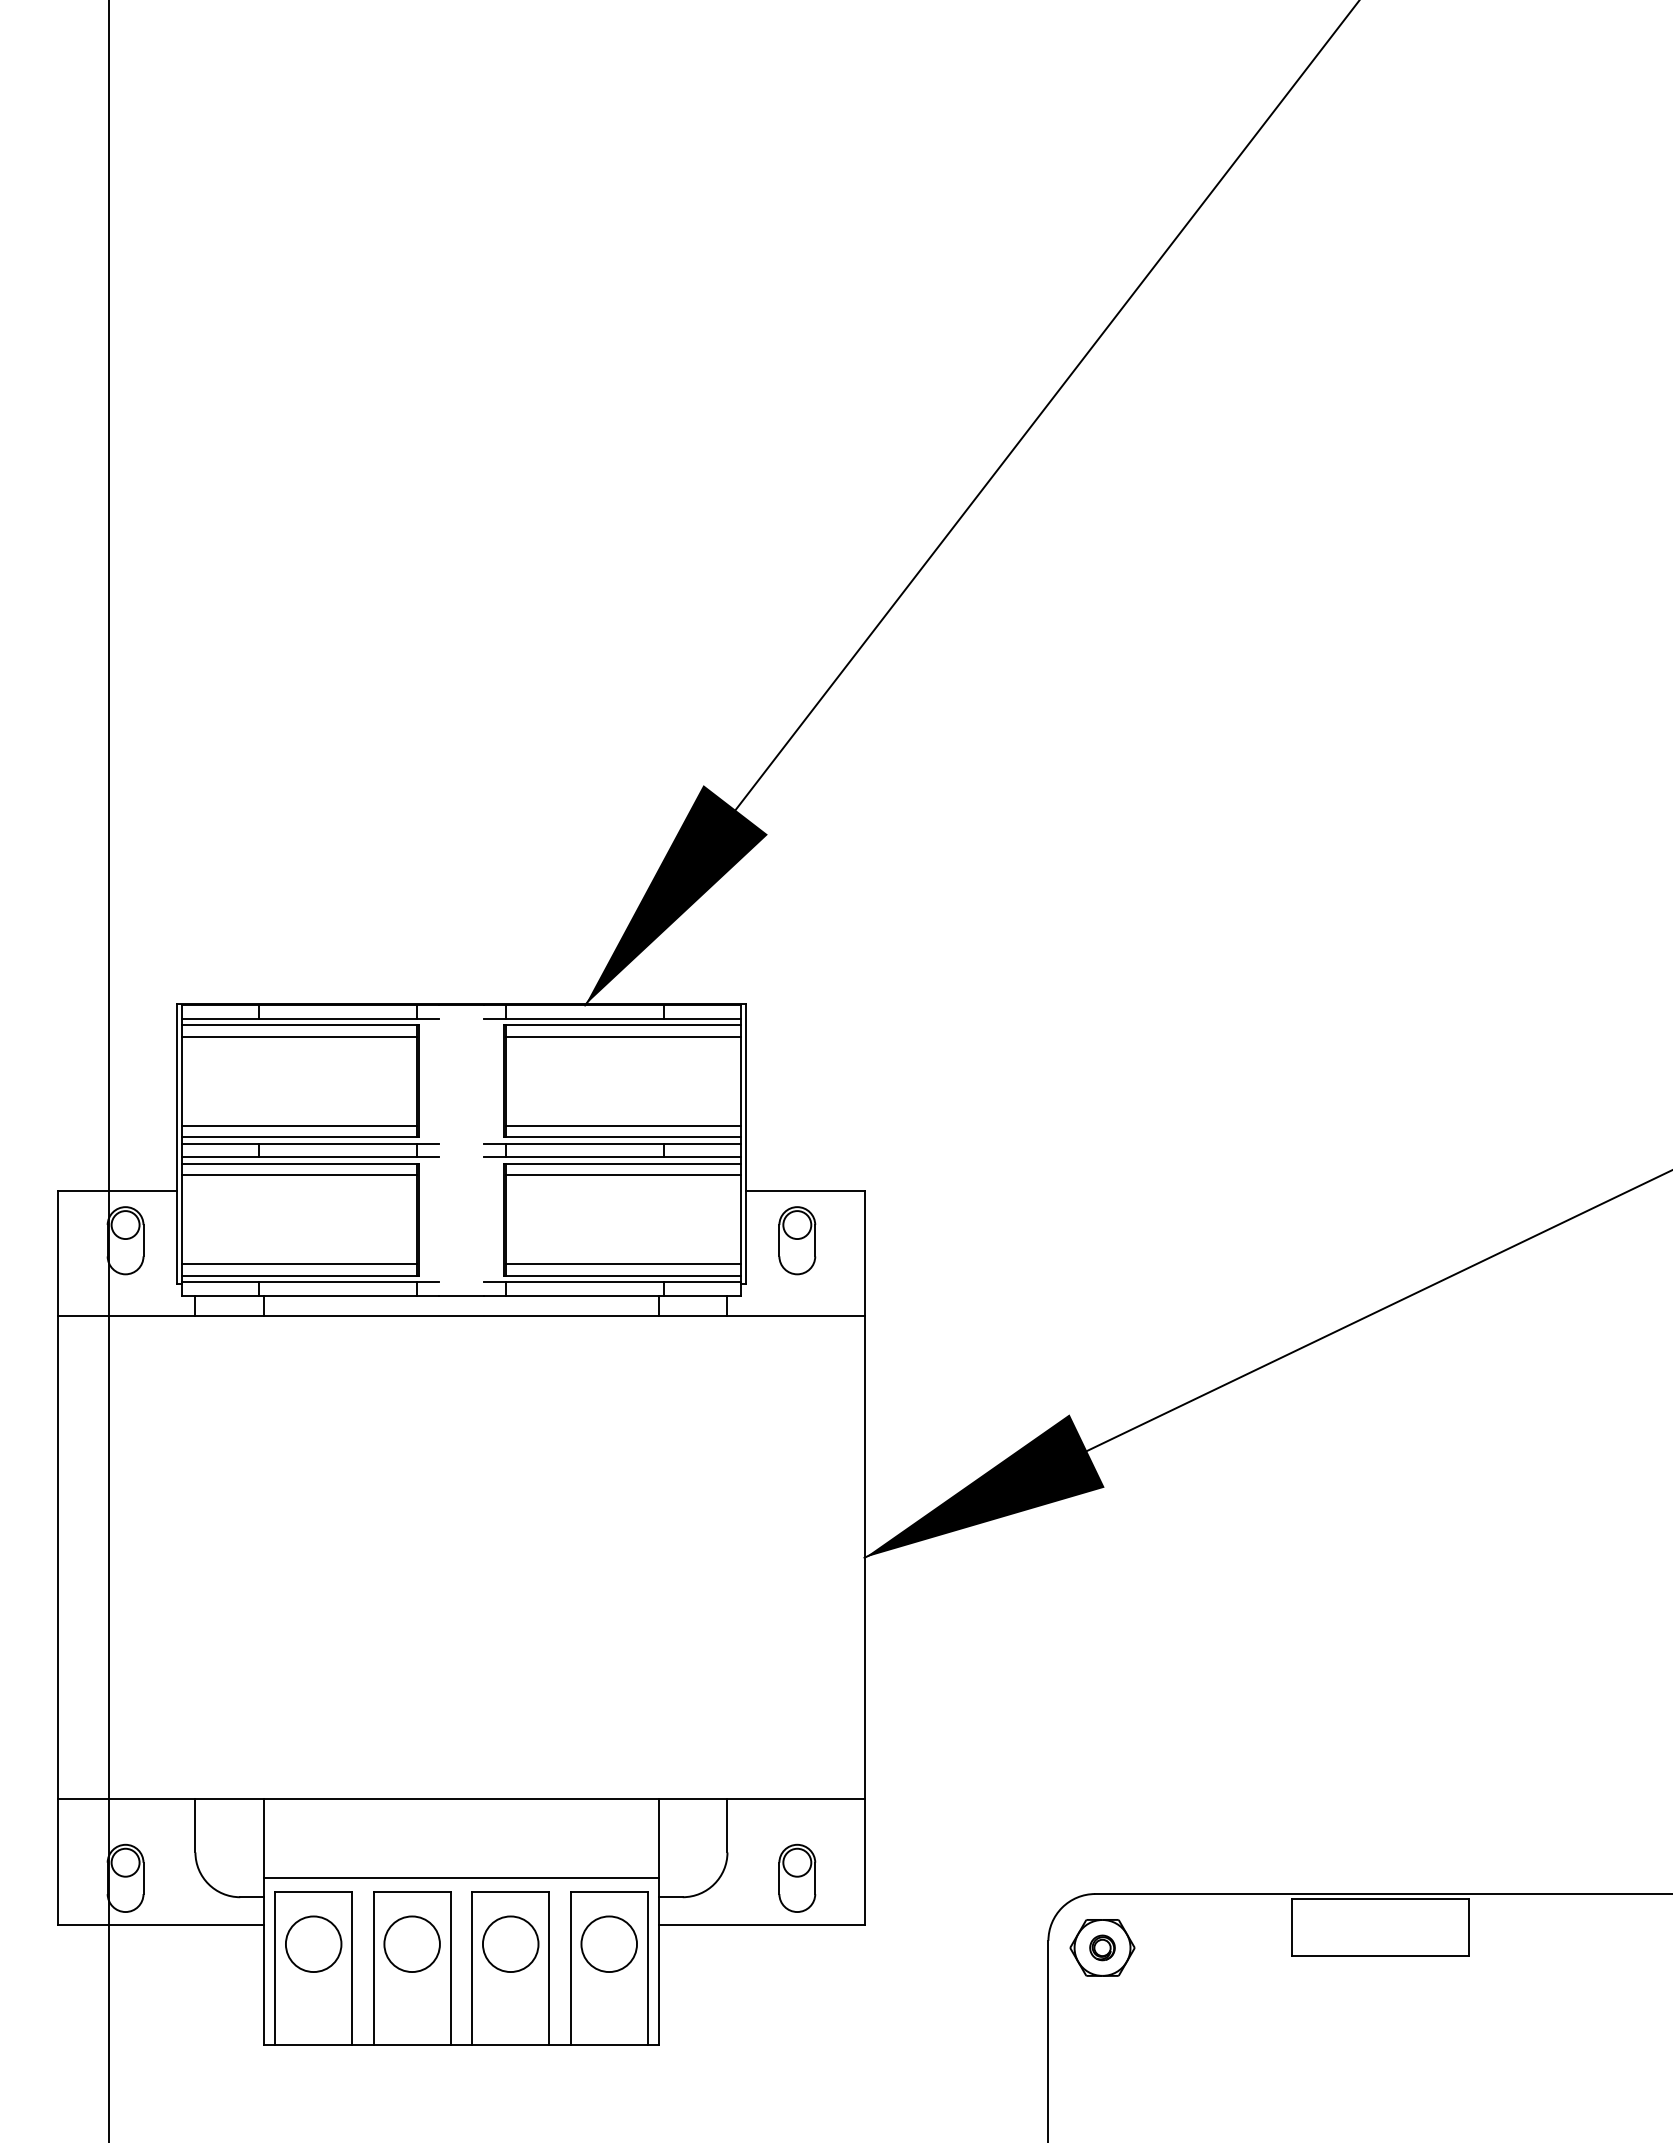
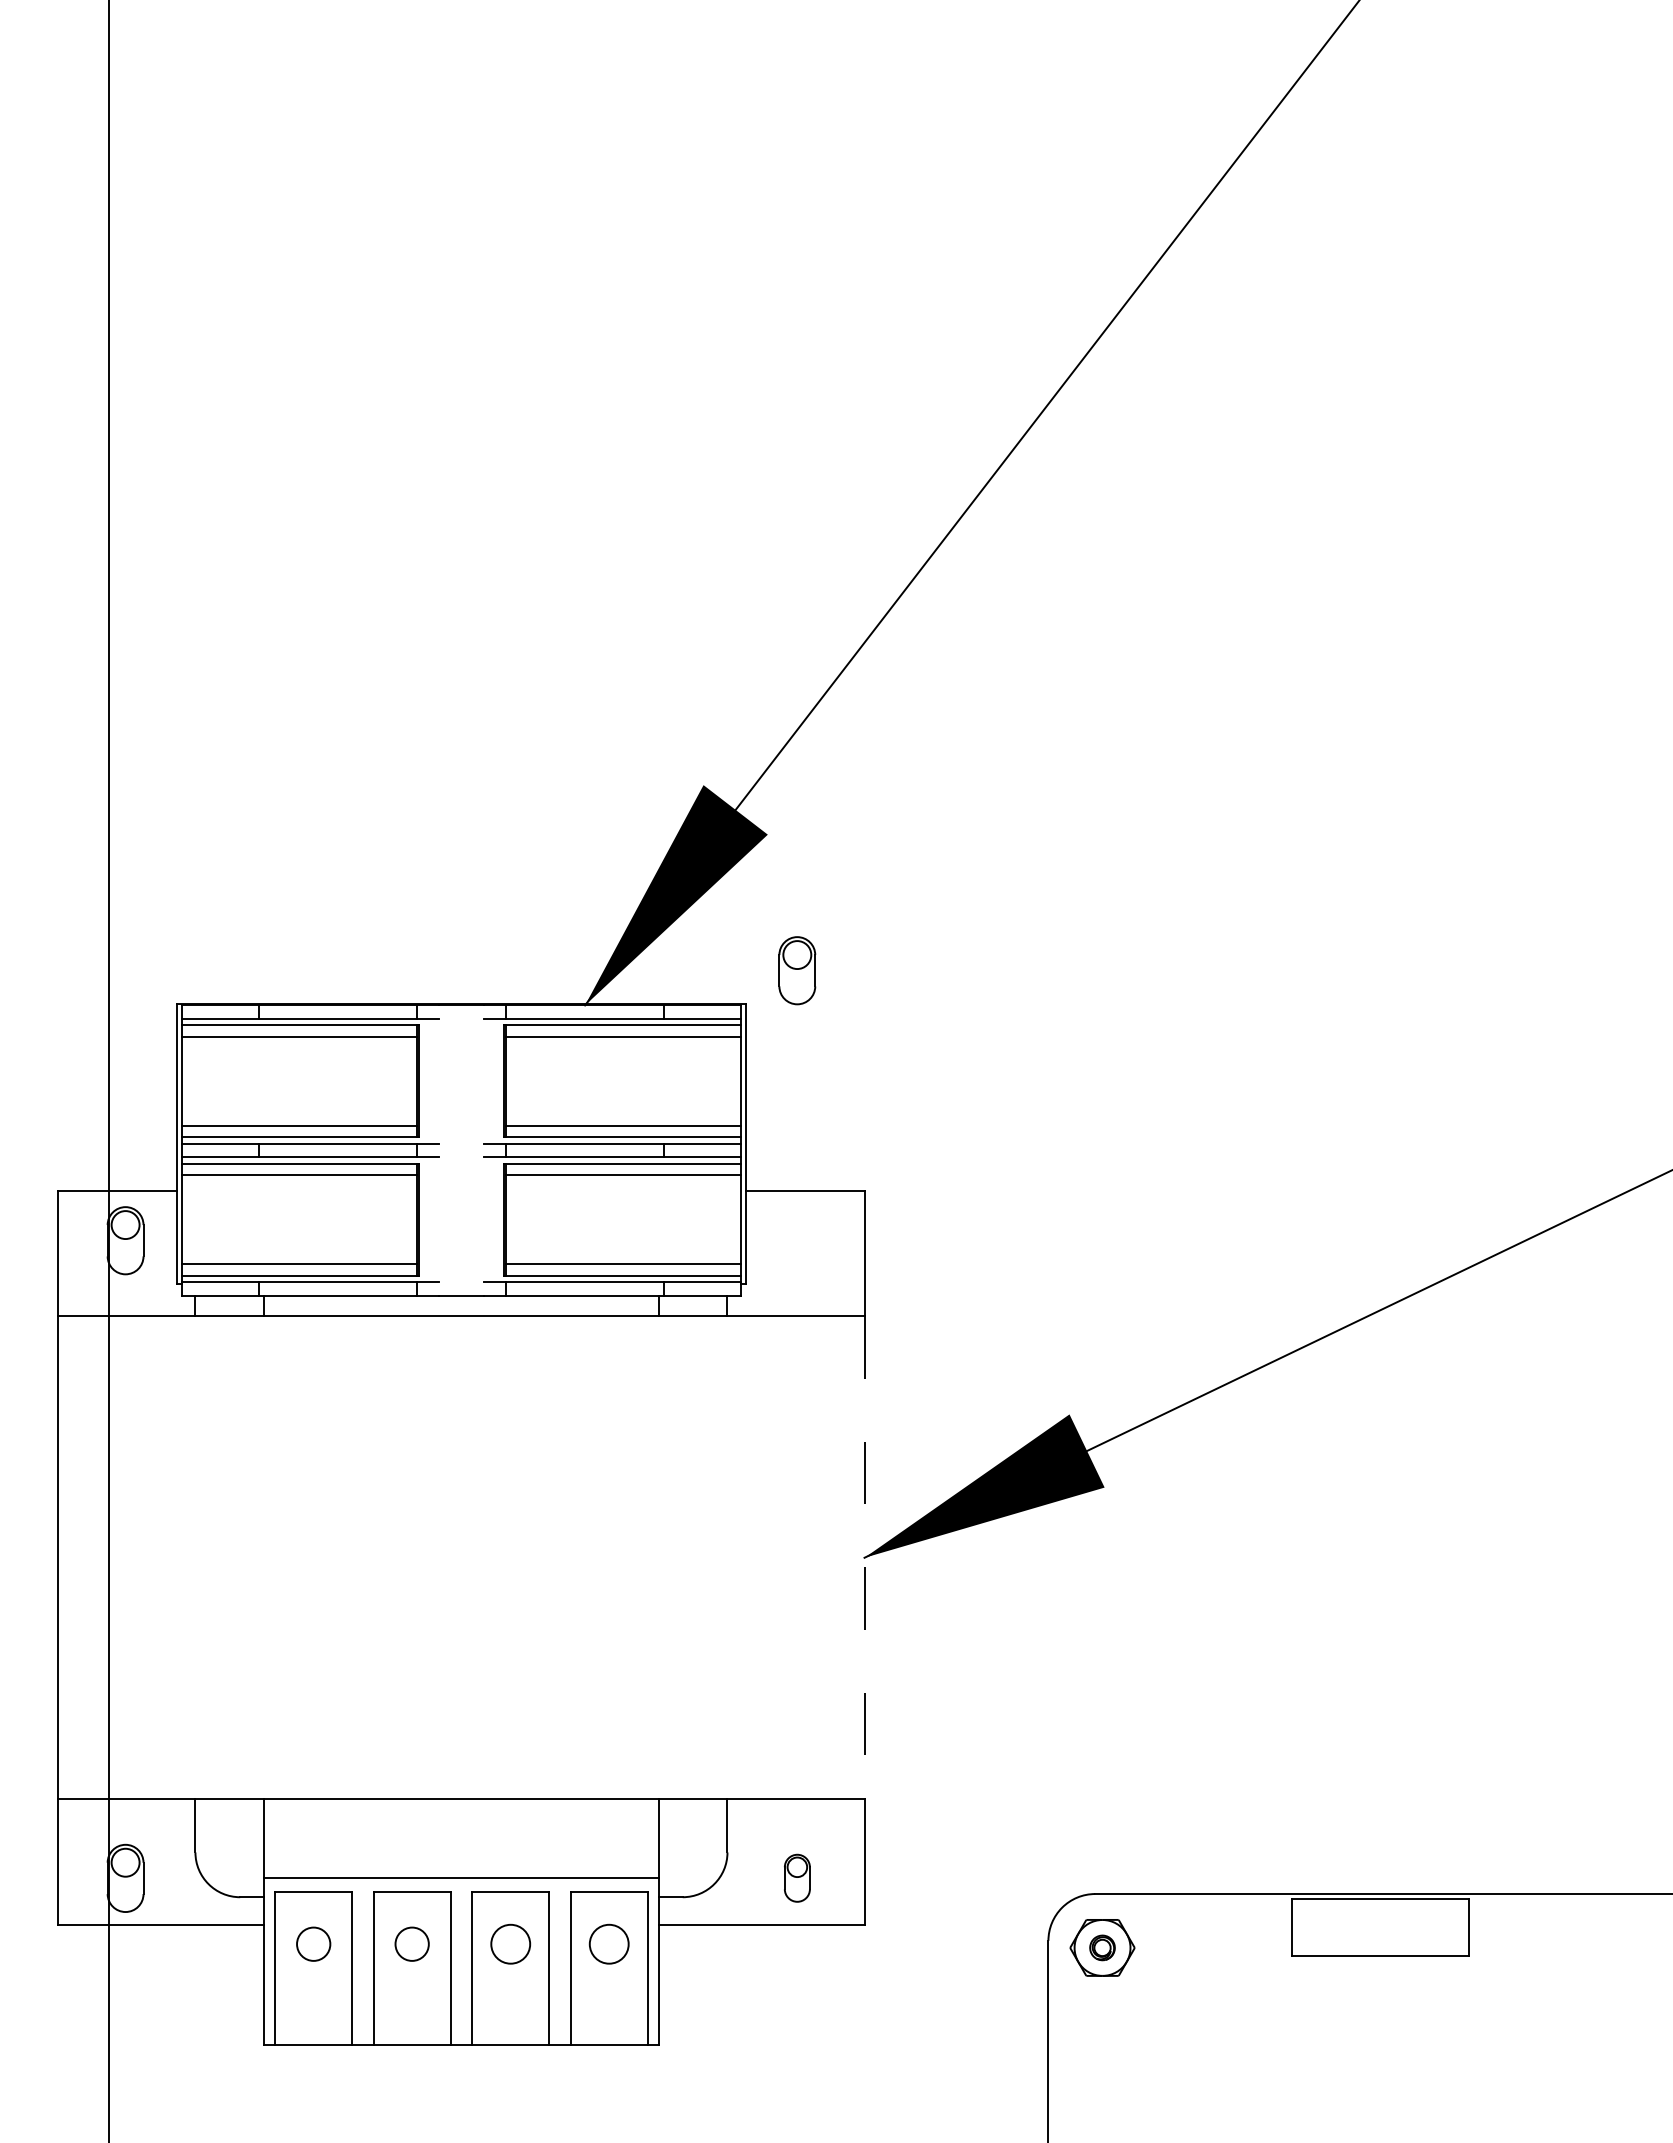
part at (797, 1240) position: (797, 1240) -> (797, 970)
line at (864, 1558): solid -> dashed
part at (797, 1877) size: 39x70 px -> 27x50 px
circle at (313, 1944) diameter: 56 px -> 33 px
circle at (411, 1944) diameter: 56 px -> 33 px
circle at (510, 1944) diameter: 56 px -> 39 px
circle at (609, 1944) diameter: 56 px -> 39 px
